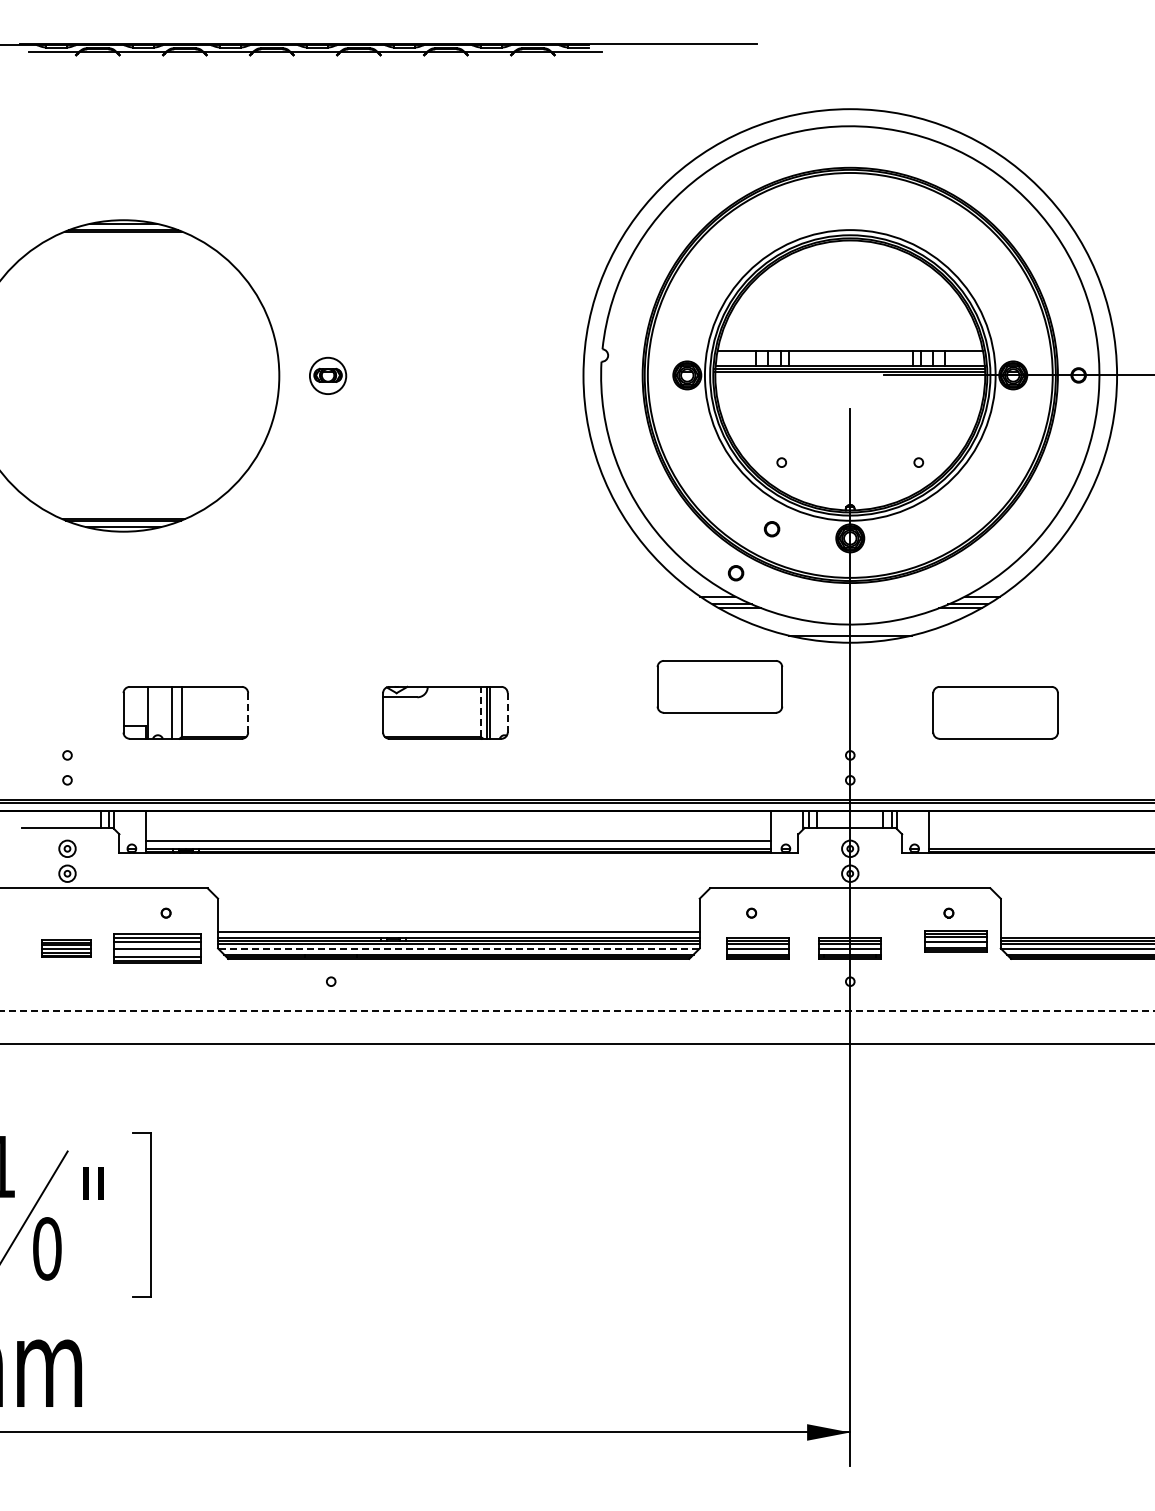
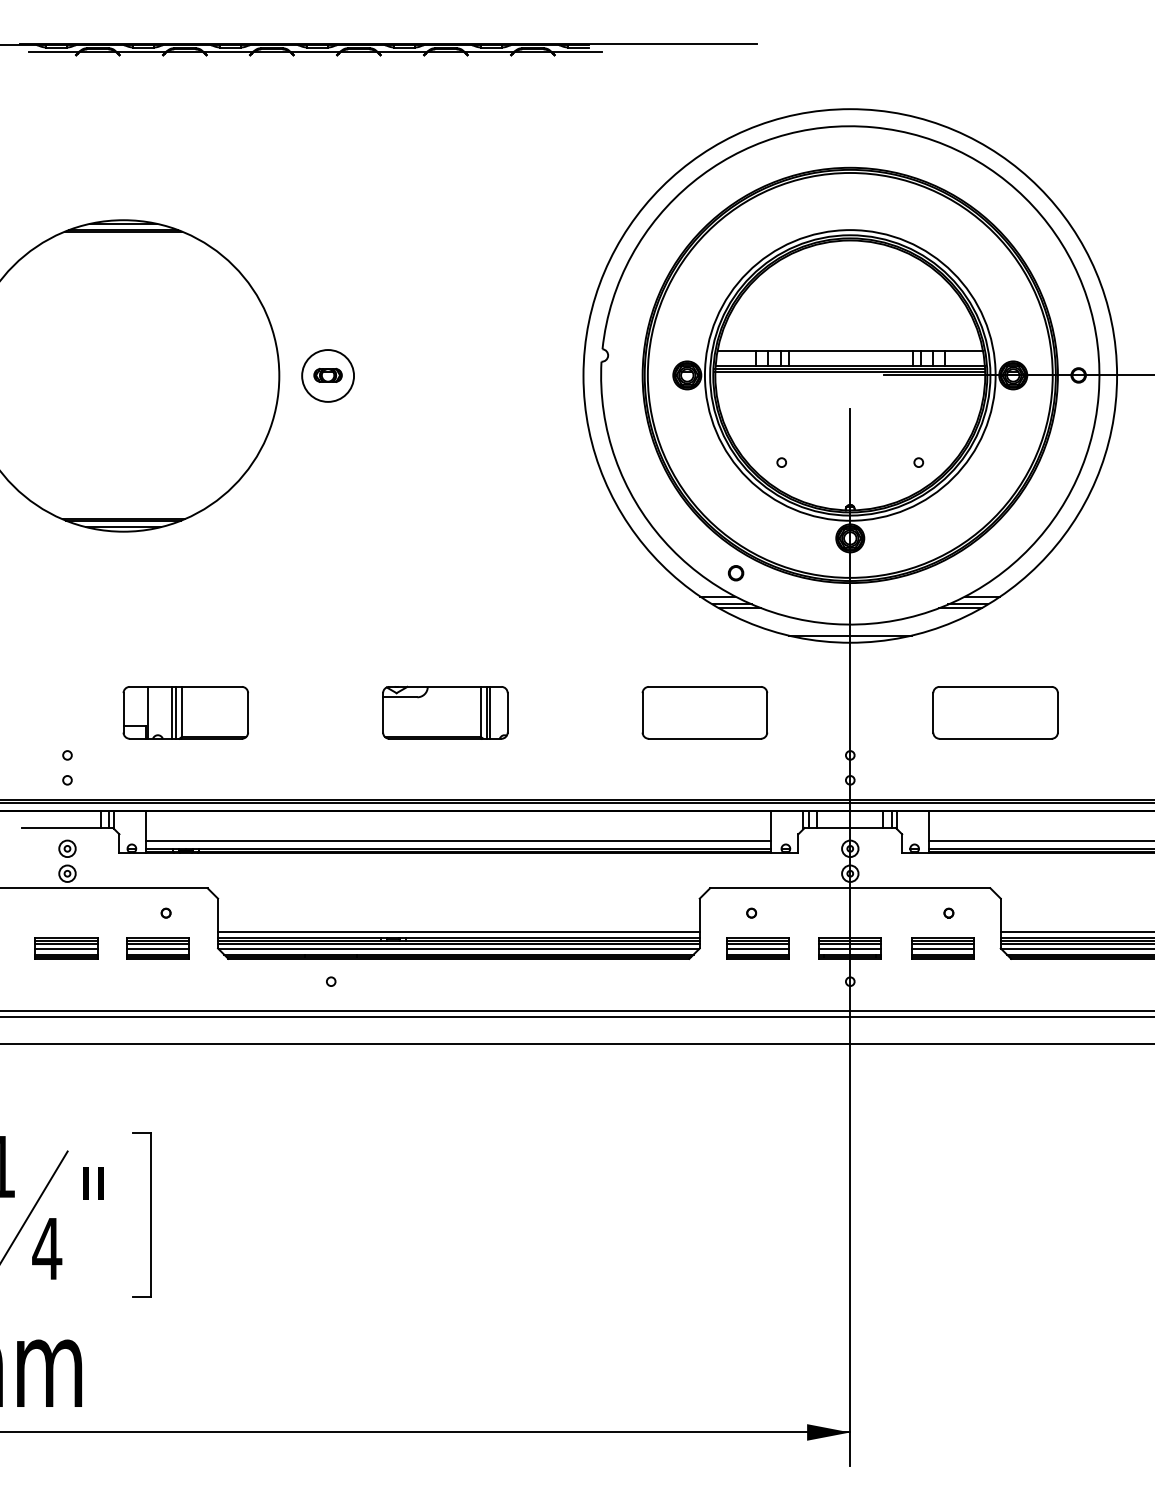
circle at (327, 375) diameter: 36 px -> 52 px
part at (771, 529): present -> none
part at (719, 686) position: (719, 686) -> (704, 712)
line at (480, 711): dashed -> solid
line at (175, 712): none -> present
line at (248, 712): dashed -> solid
line at (507, 712): dashed -> solid
line at (1040, 840): none -> present
line at (1075, 931): none -> present
part at (955, 941) position: (955, 941) -> (942, 948)
part at (66, 948) size: 51x19 px -> 65x23 px
part at (157, 948) size: 89x31 px -> 64x23 px
line at (458, 949): dashed -> solid
line at (577, 1010): dashed -> solid
line at (576, 1017): none -> present
text at (47, 1248): 0 -> 4
